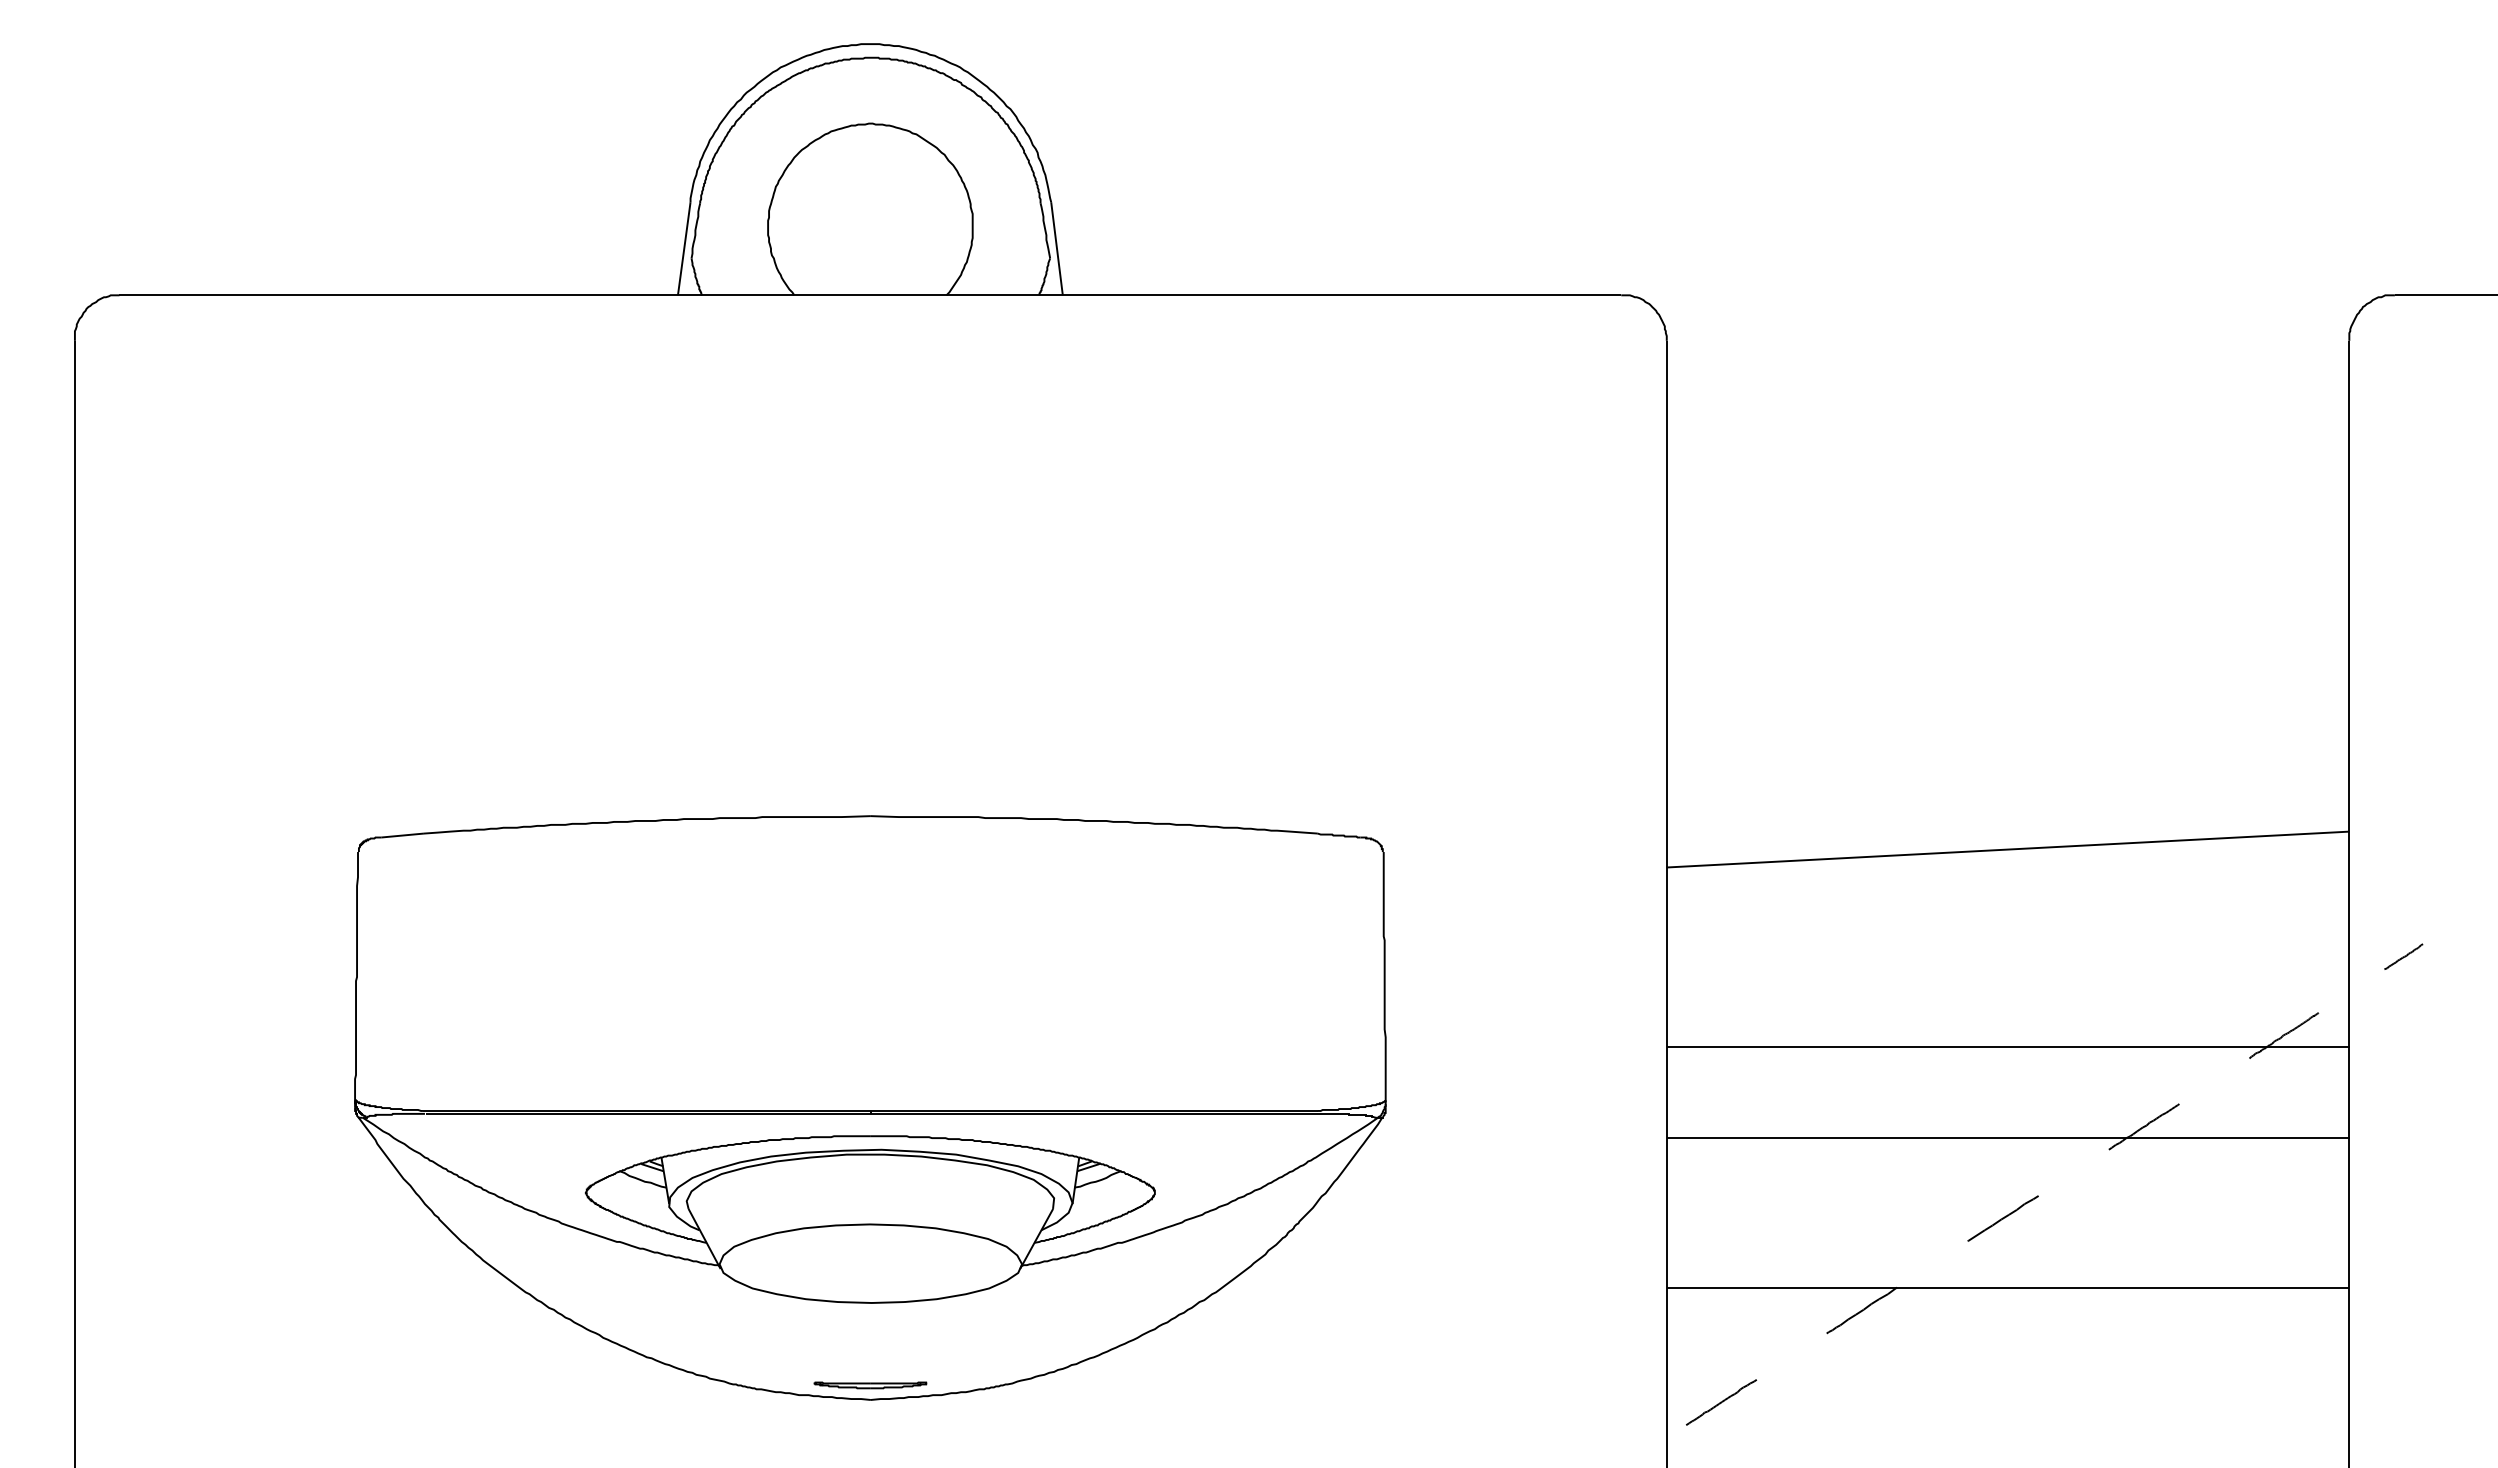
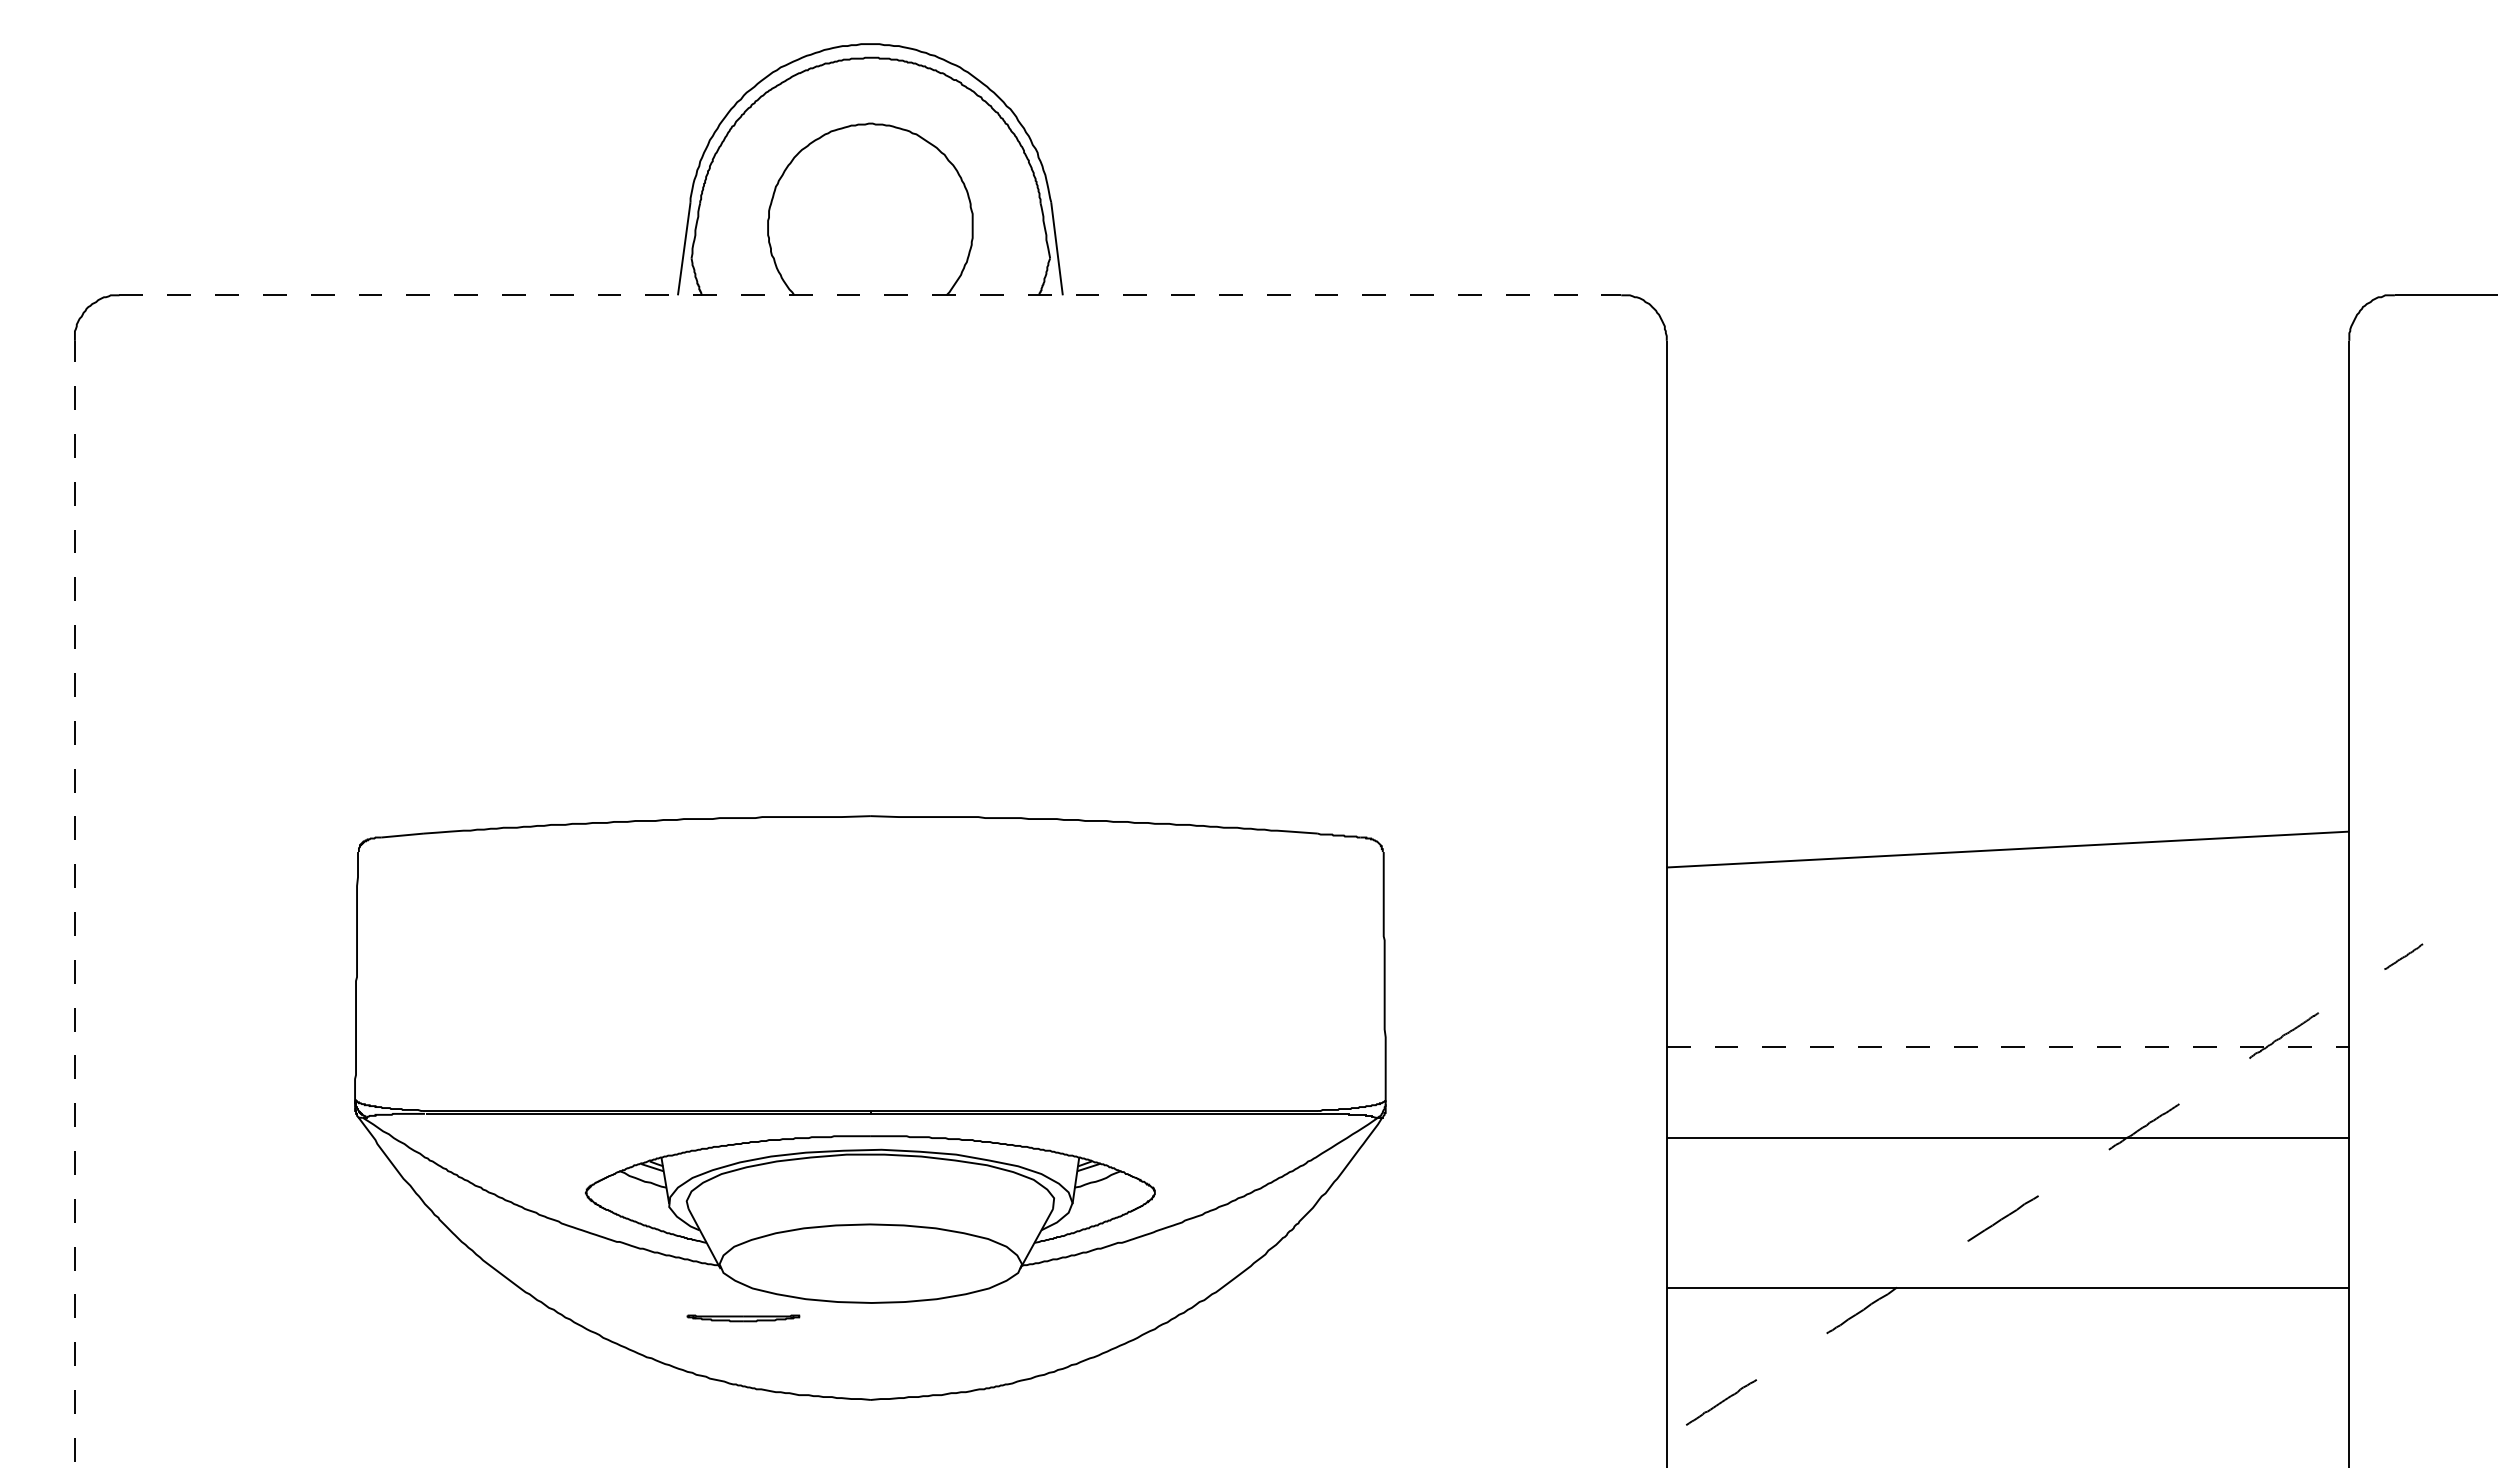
line at (870, 295): solid -> dashed
line at (74, 903): solid -> dashed
line at (2008, 1046): solid -> dashed
part at (870, 1385) position: (870, 1385) -> (743, 1318)
